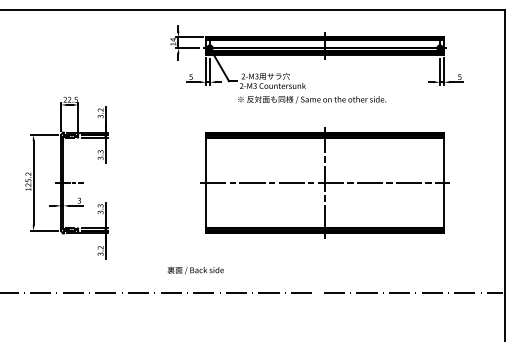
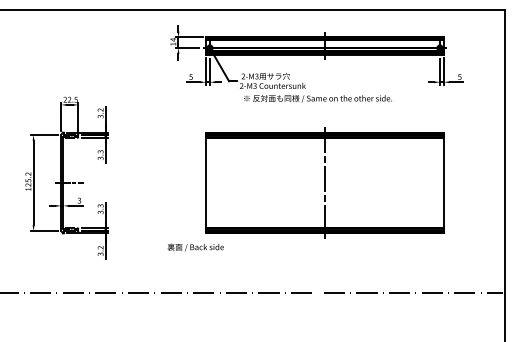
text at (311, 99) position: (311, 99) -> (317, 98)
line at (324, 183): present -> none
text at (195, 270) position: (195, 270) -> (195, 247)
